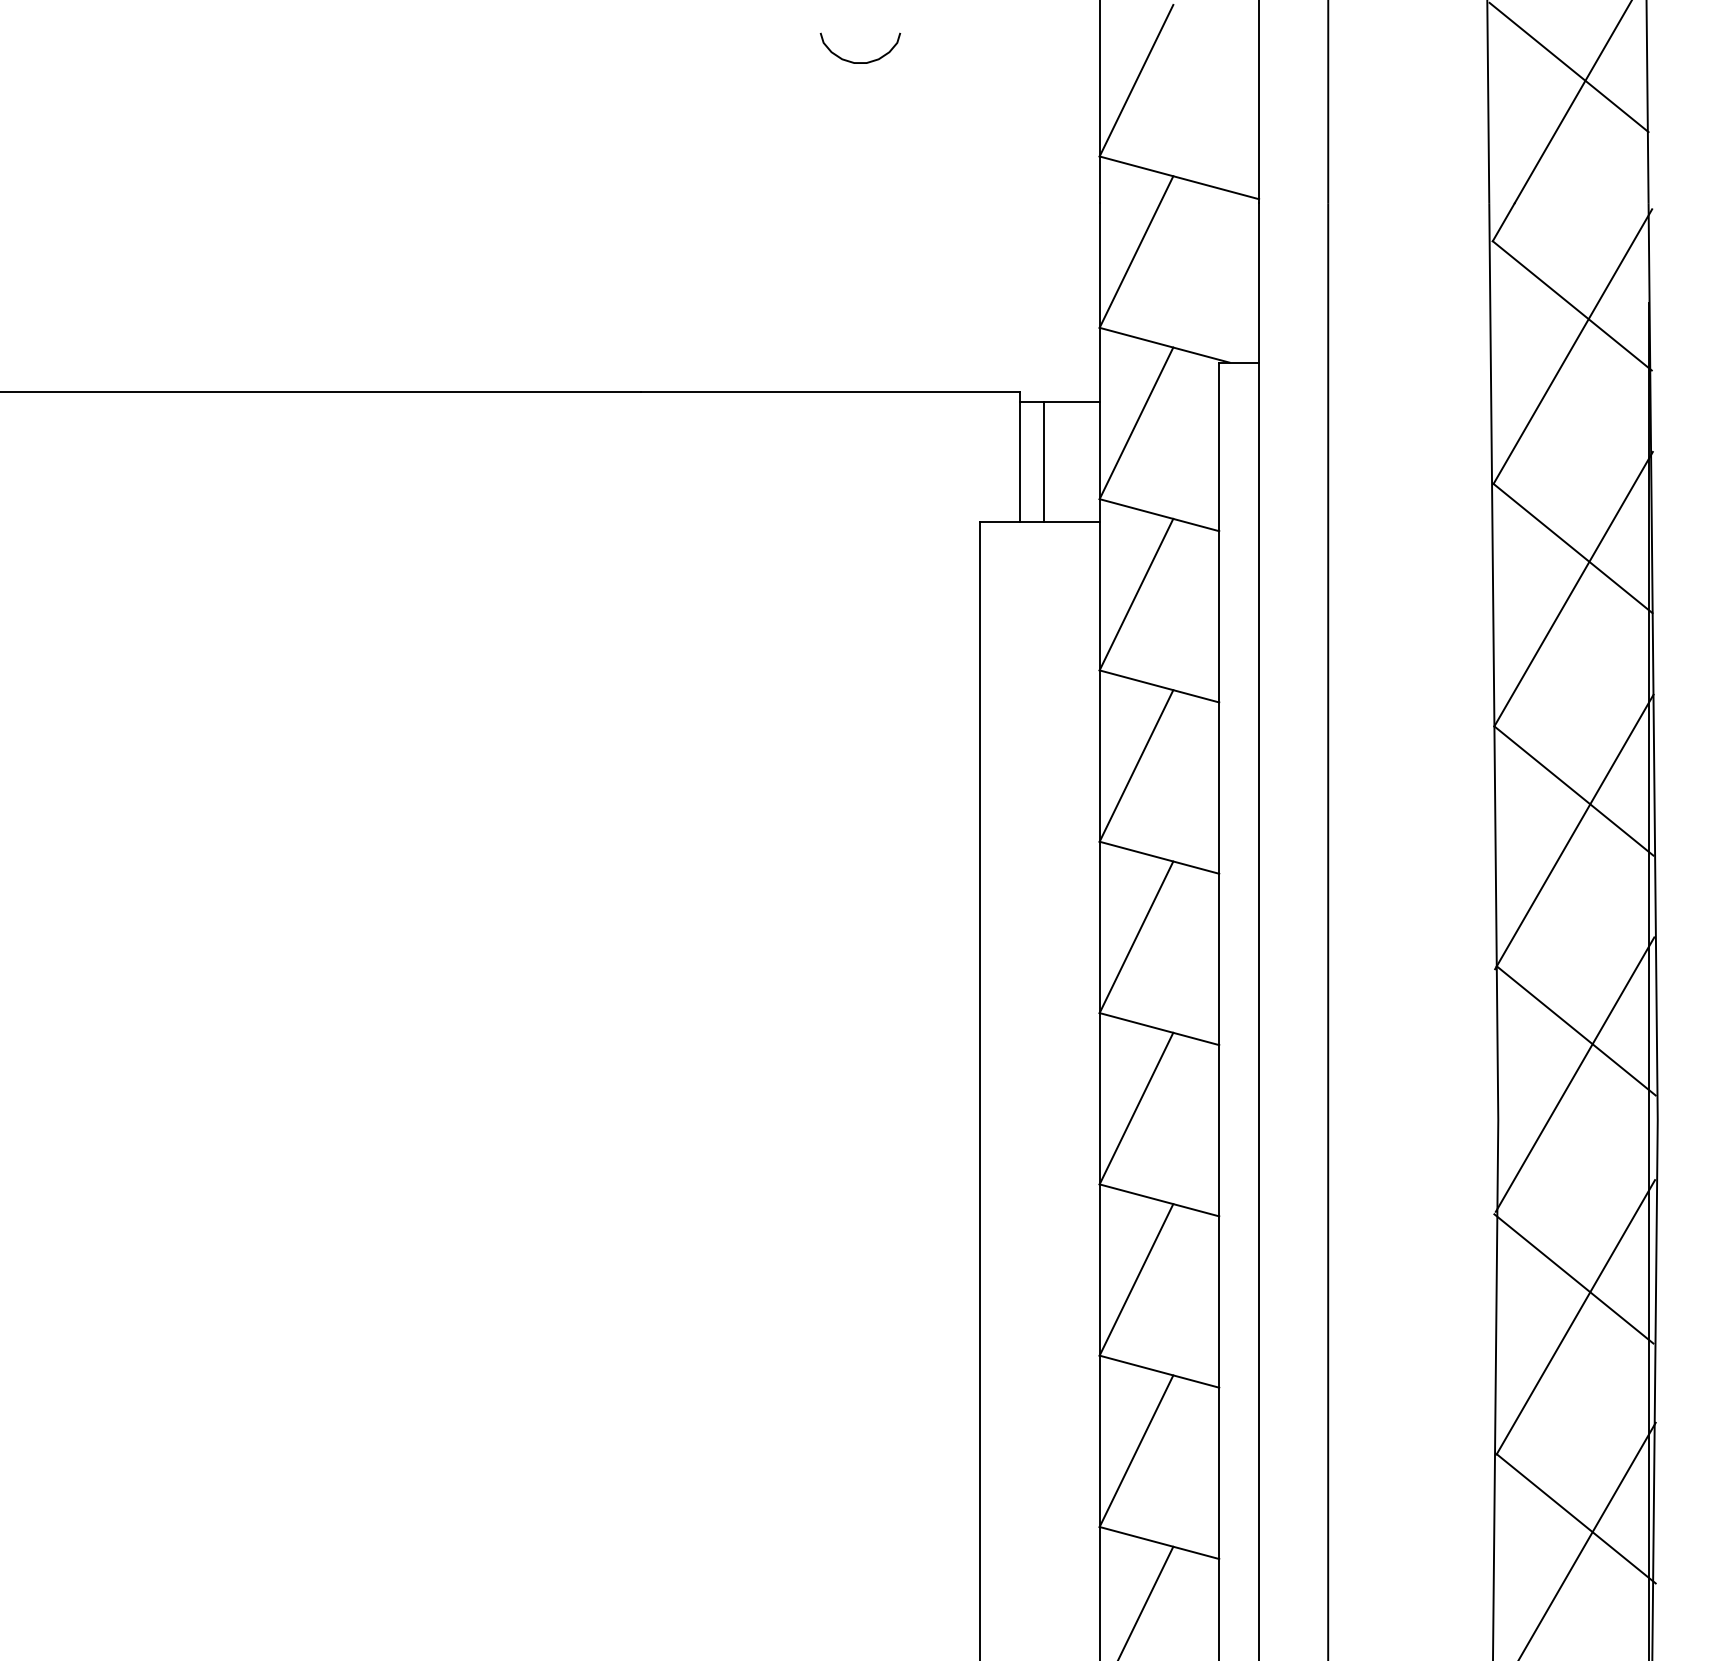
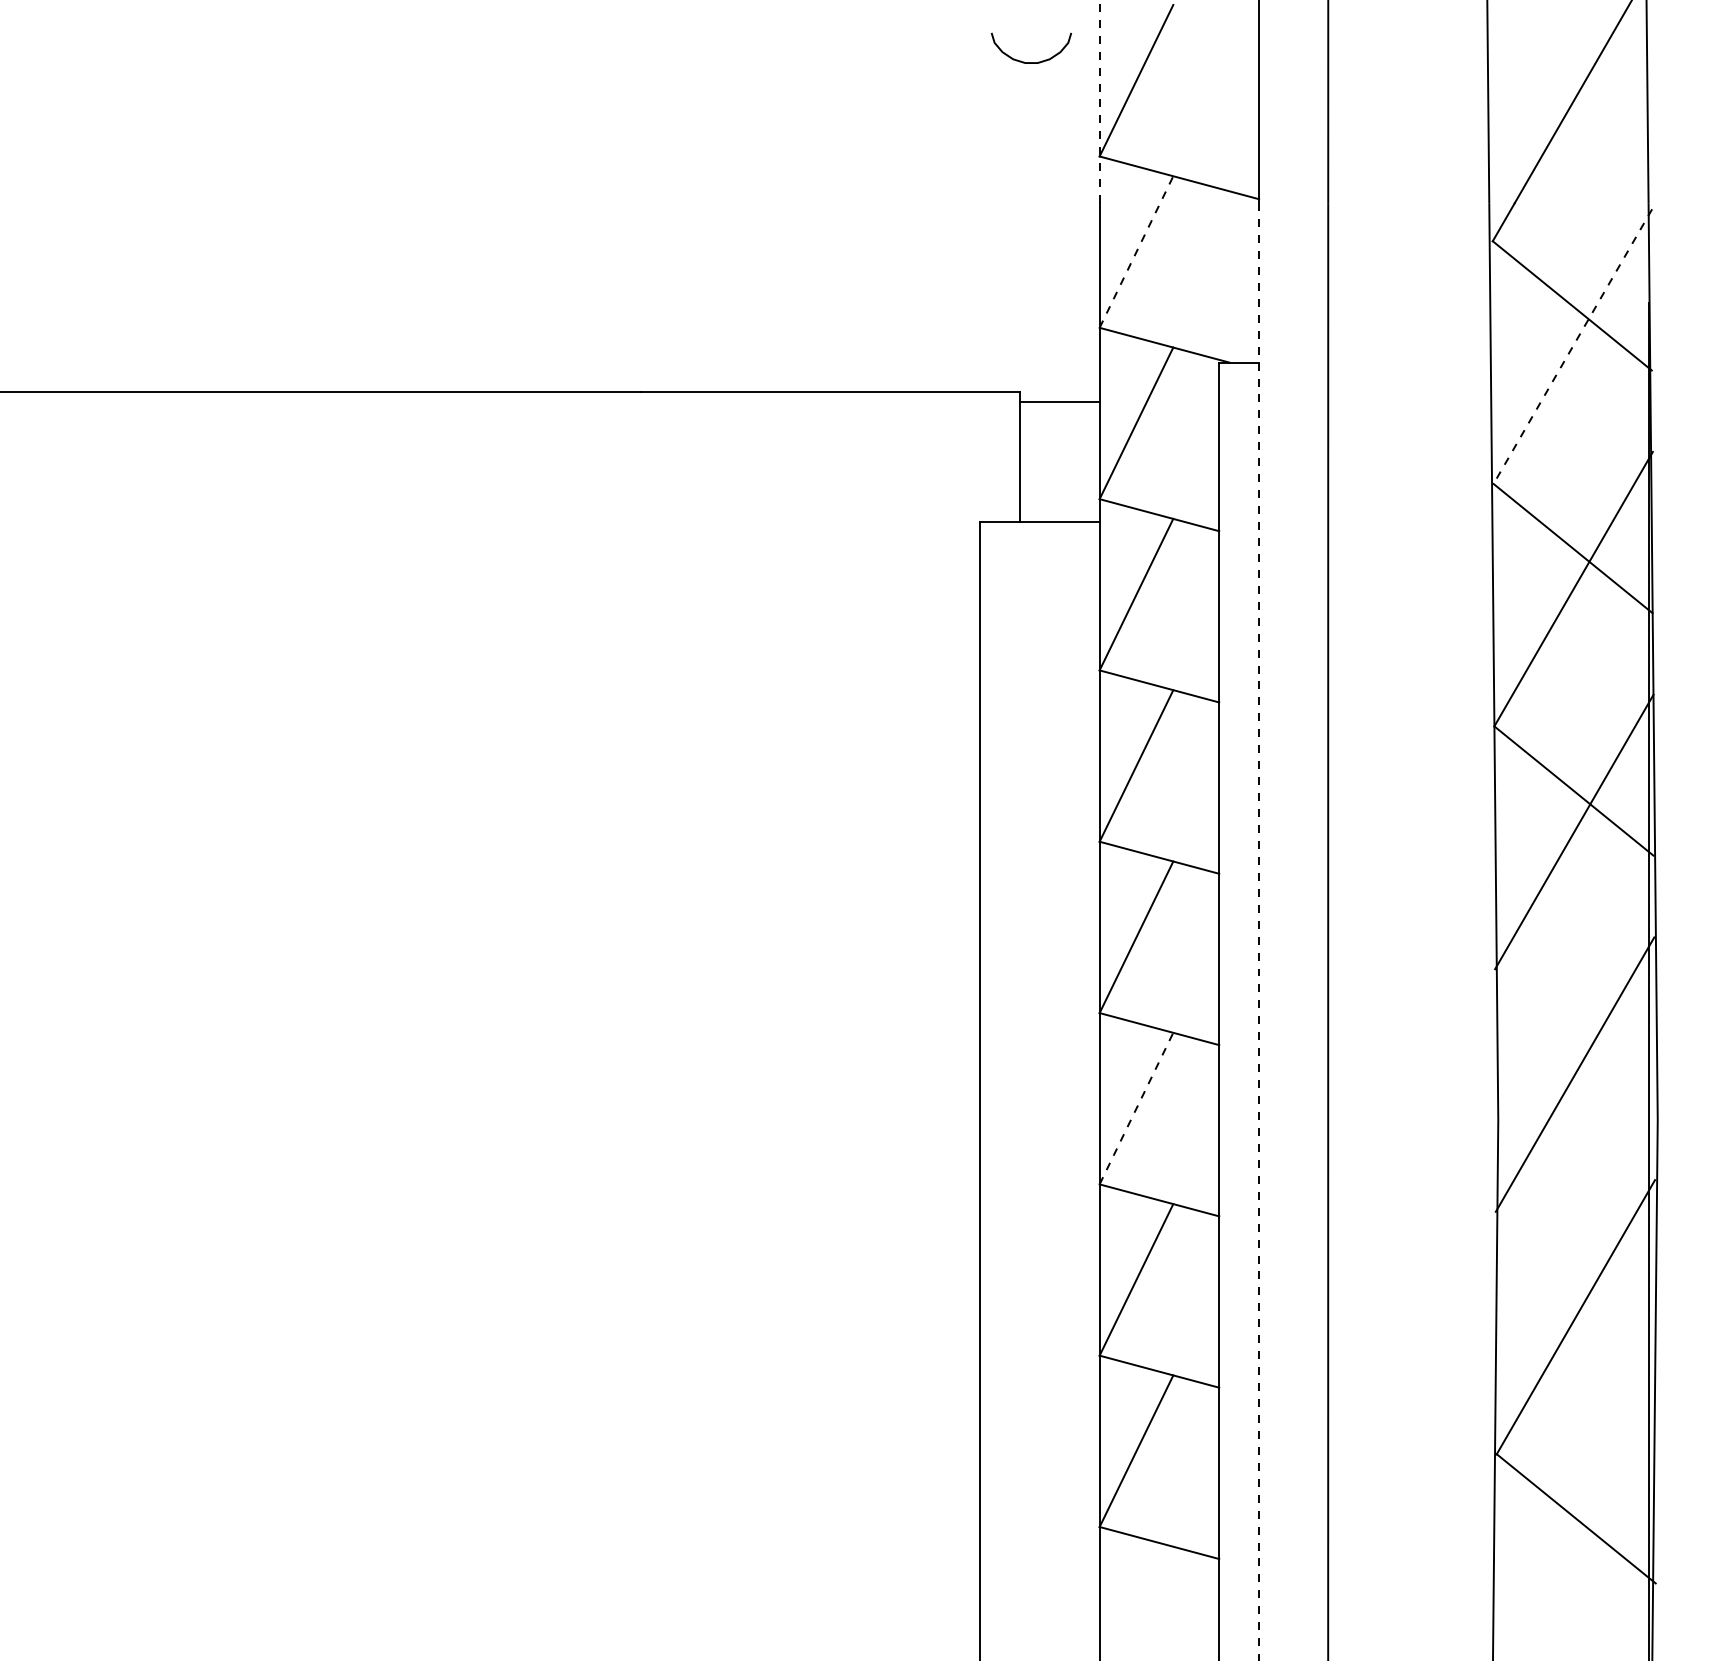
curve at (860, 62) position: (860, 62) -> (1031, 62)
line at (1568, 67): present -> none
line at (1099, 101): solid -> dashed
line at (1136, 251): solid -> dashed
line at (1572, 346): solid -> dashed
line at (1043, 462): present -> none
line at (1259, 932): solid -> dashed
line at (1575, 1030): present -> none
line at (1136, 1108): solid -> dashed
line at (1573, 1278): present -> none
line at (1587, 1539): present -> none
line at (1146, 1601): present -> none
